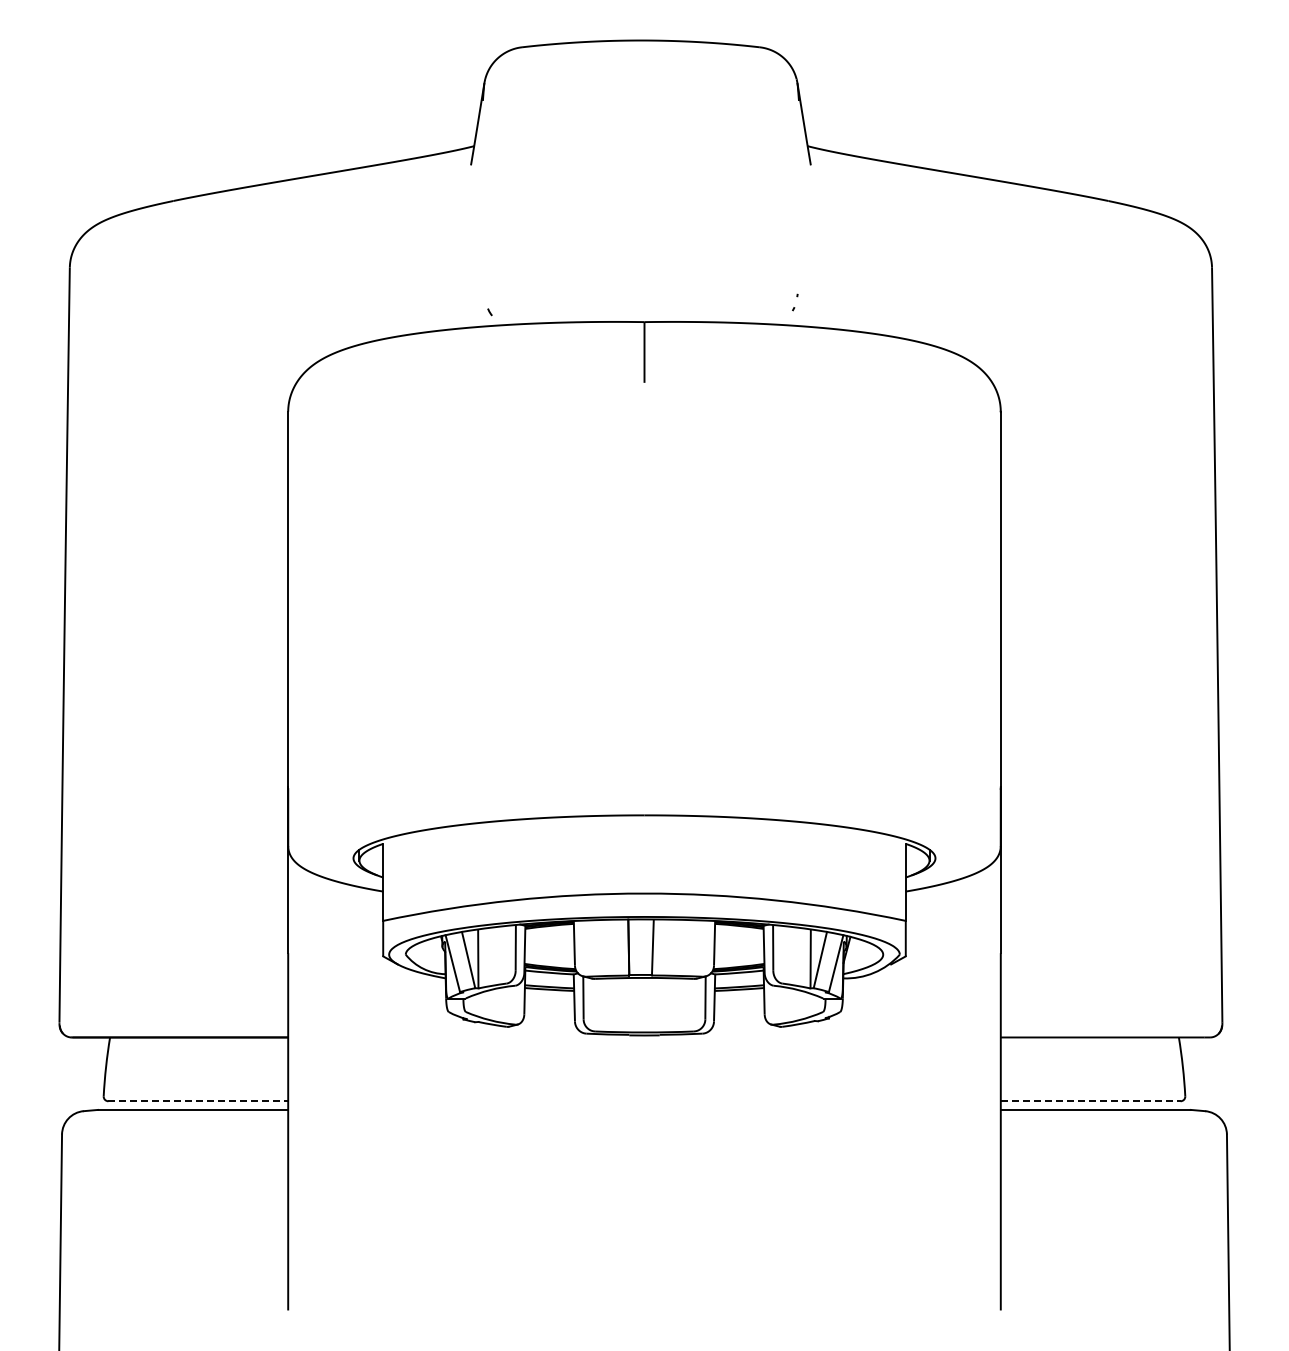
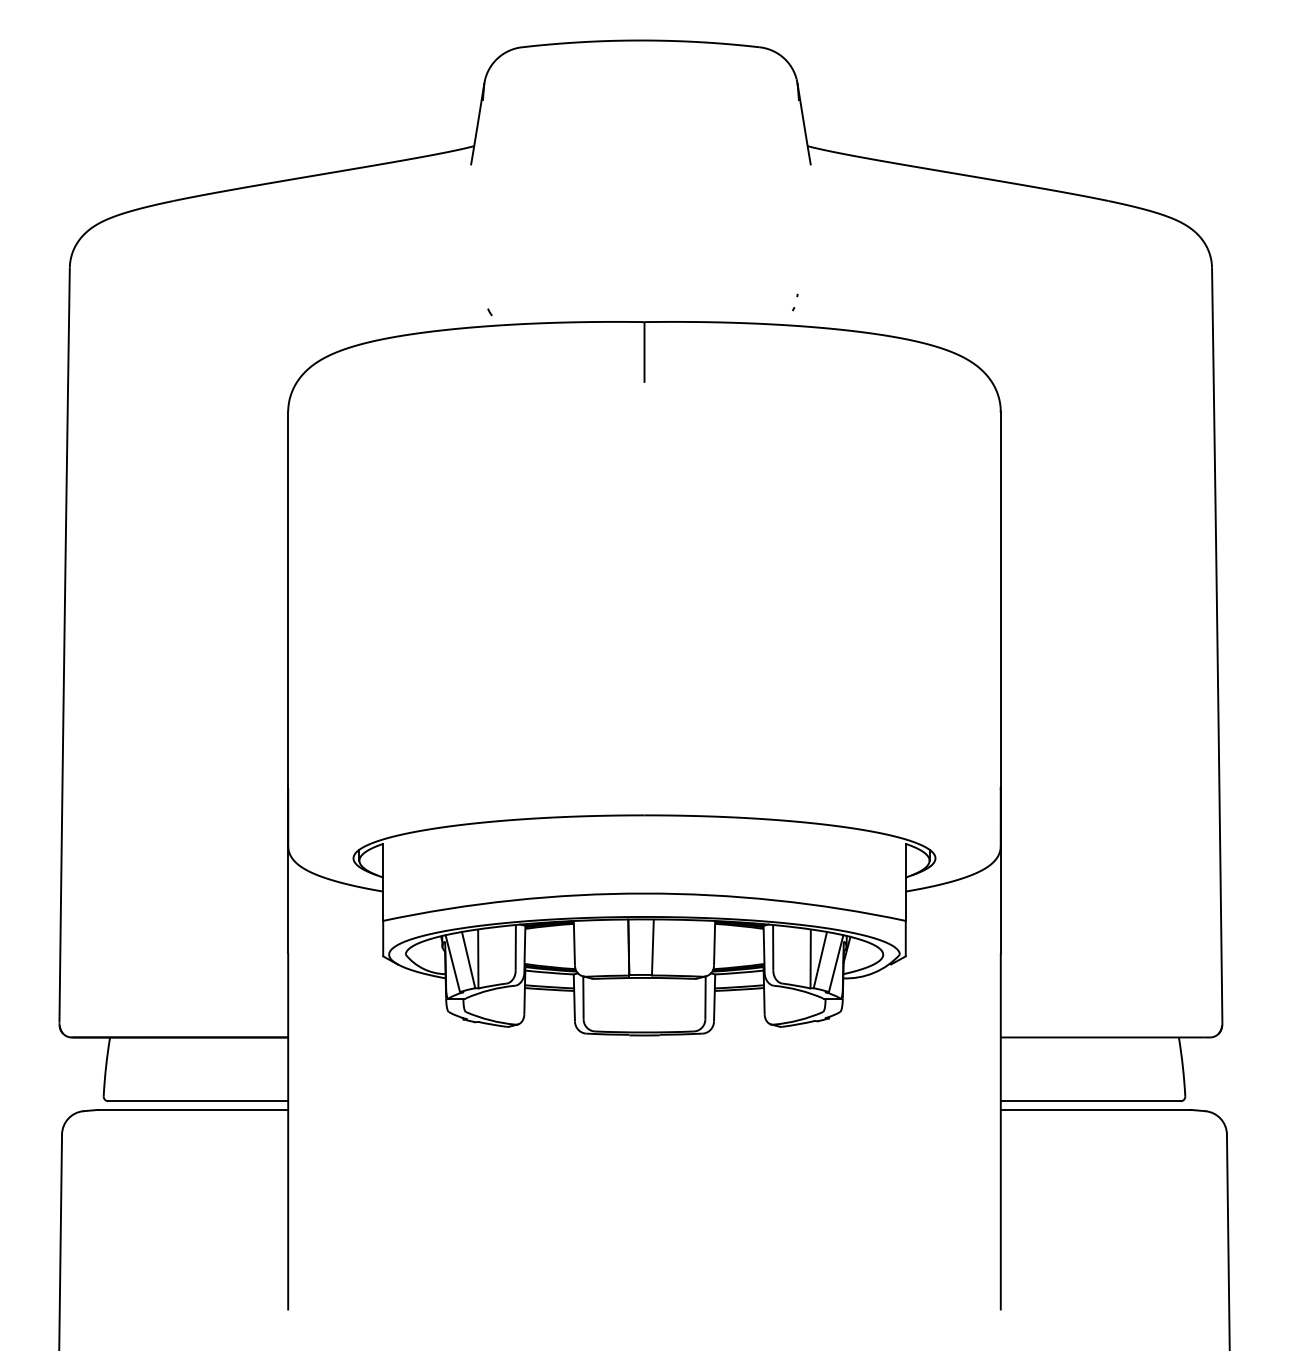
line at (198, 1101): dashed -> solid
line at (1090, 1101): dashed -> solid
